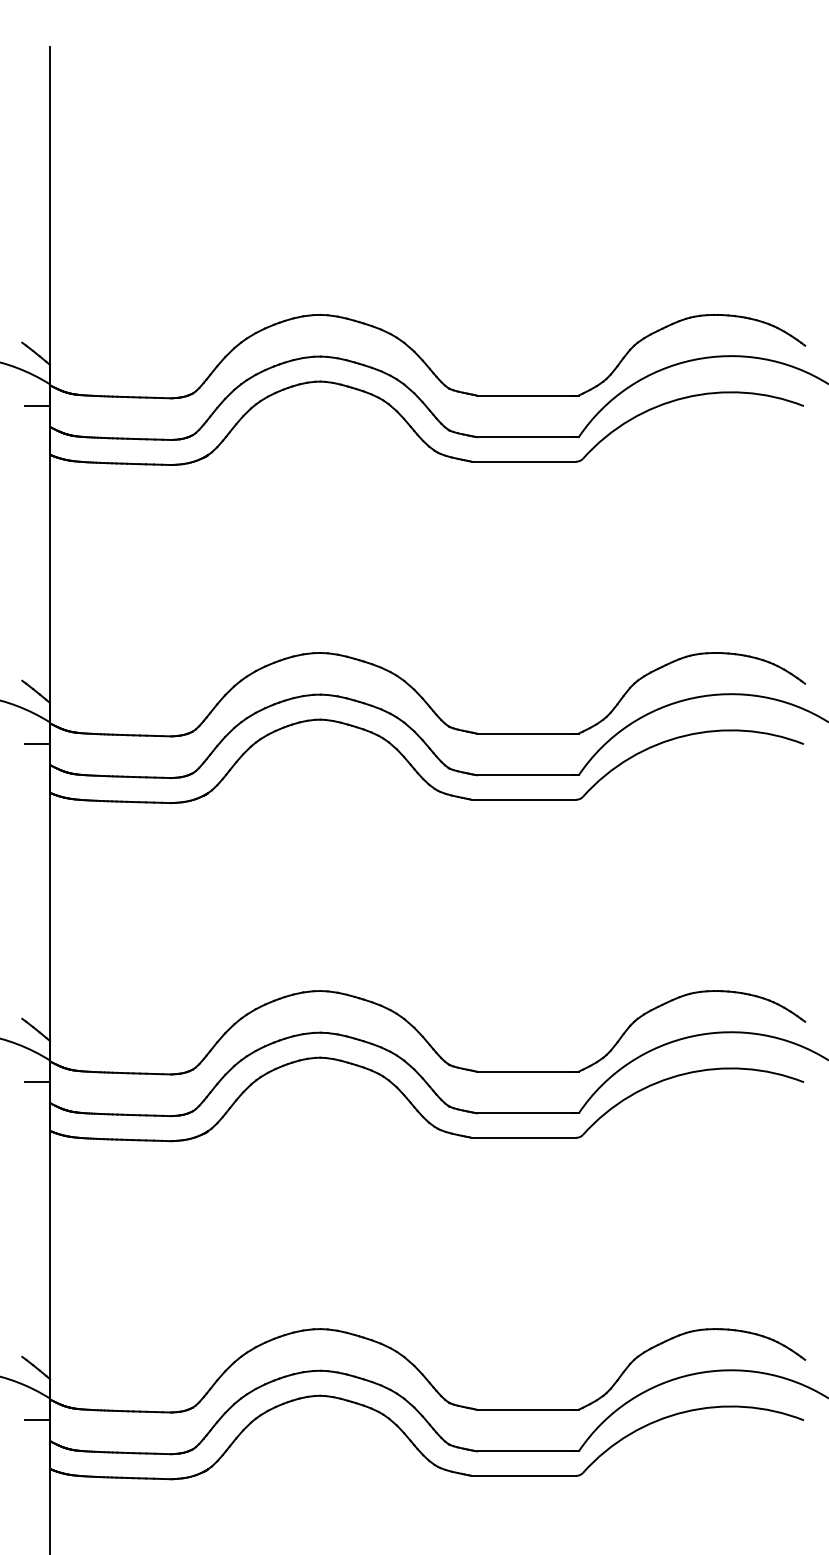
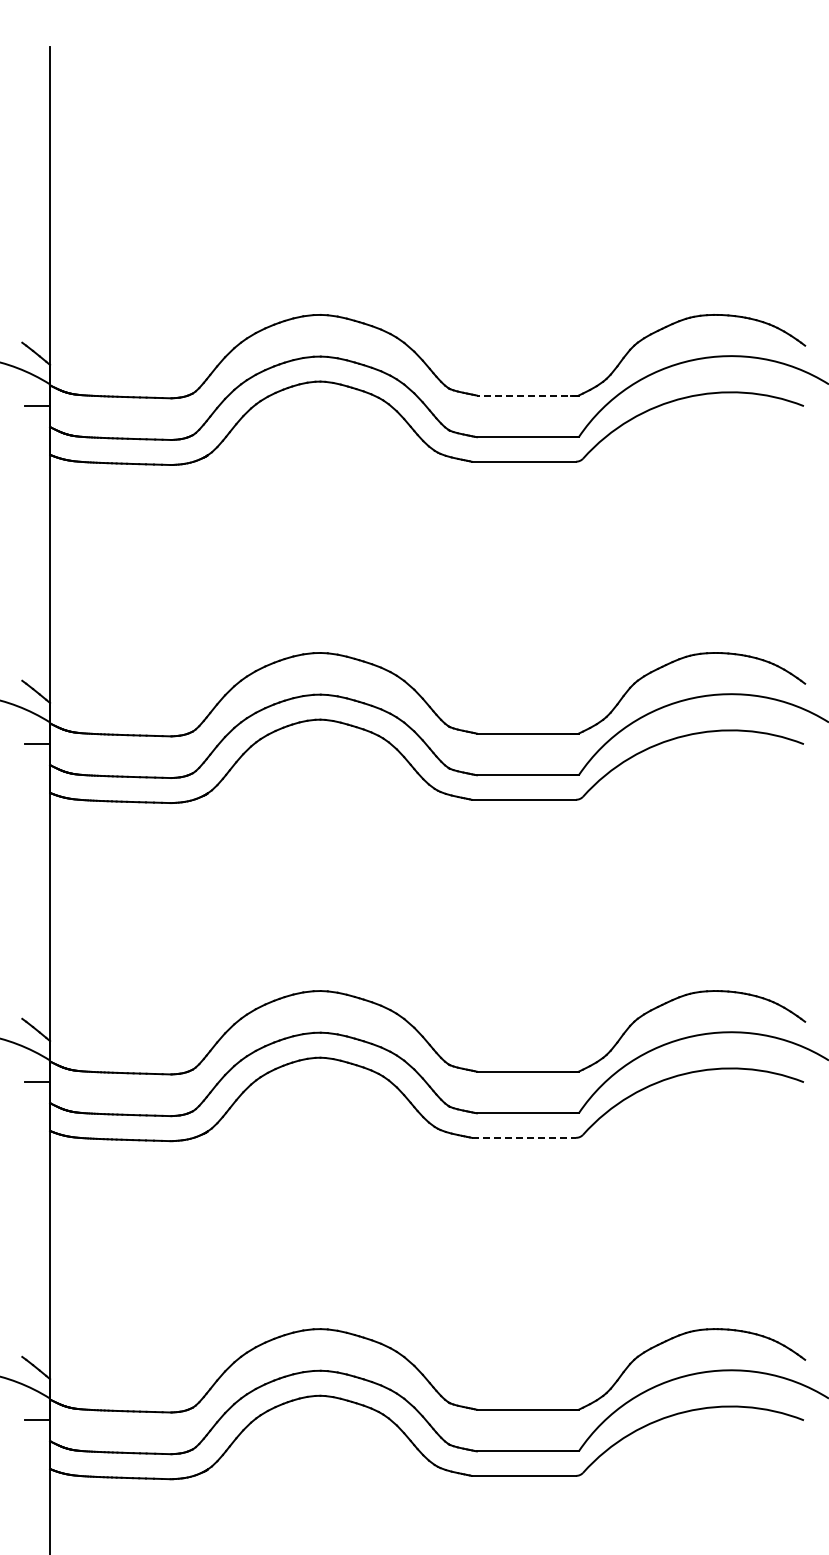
line at (527, 395): solid -> dashed
line at (524, 1137): solid -> dashed
